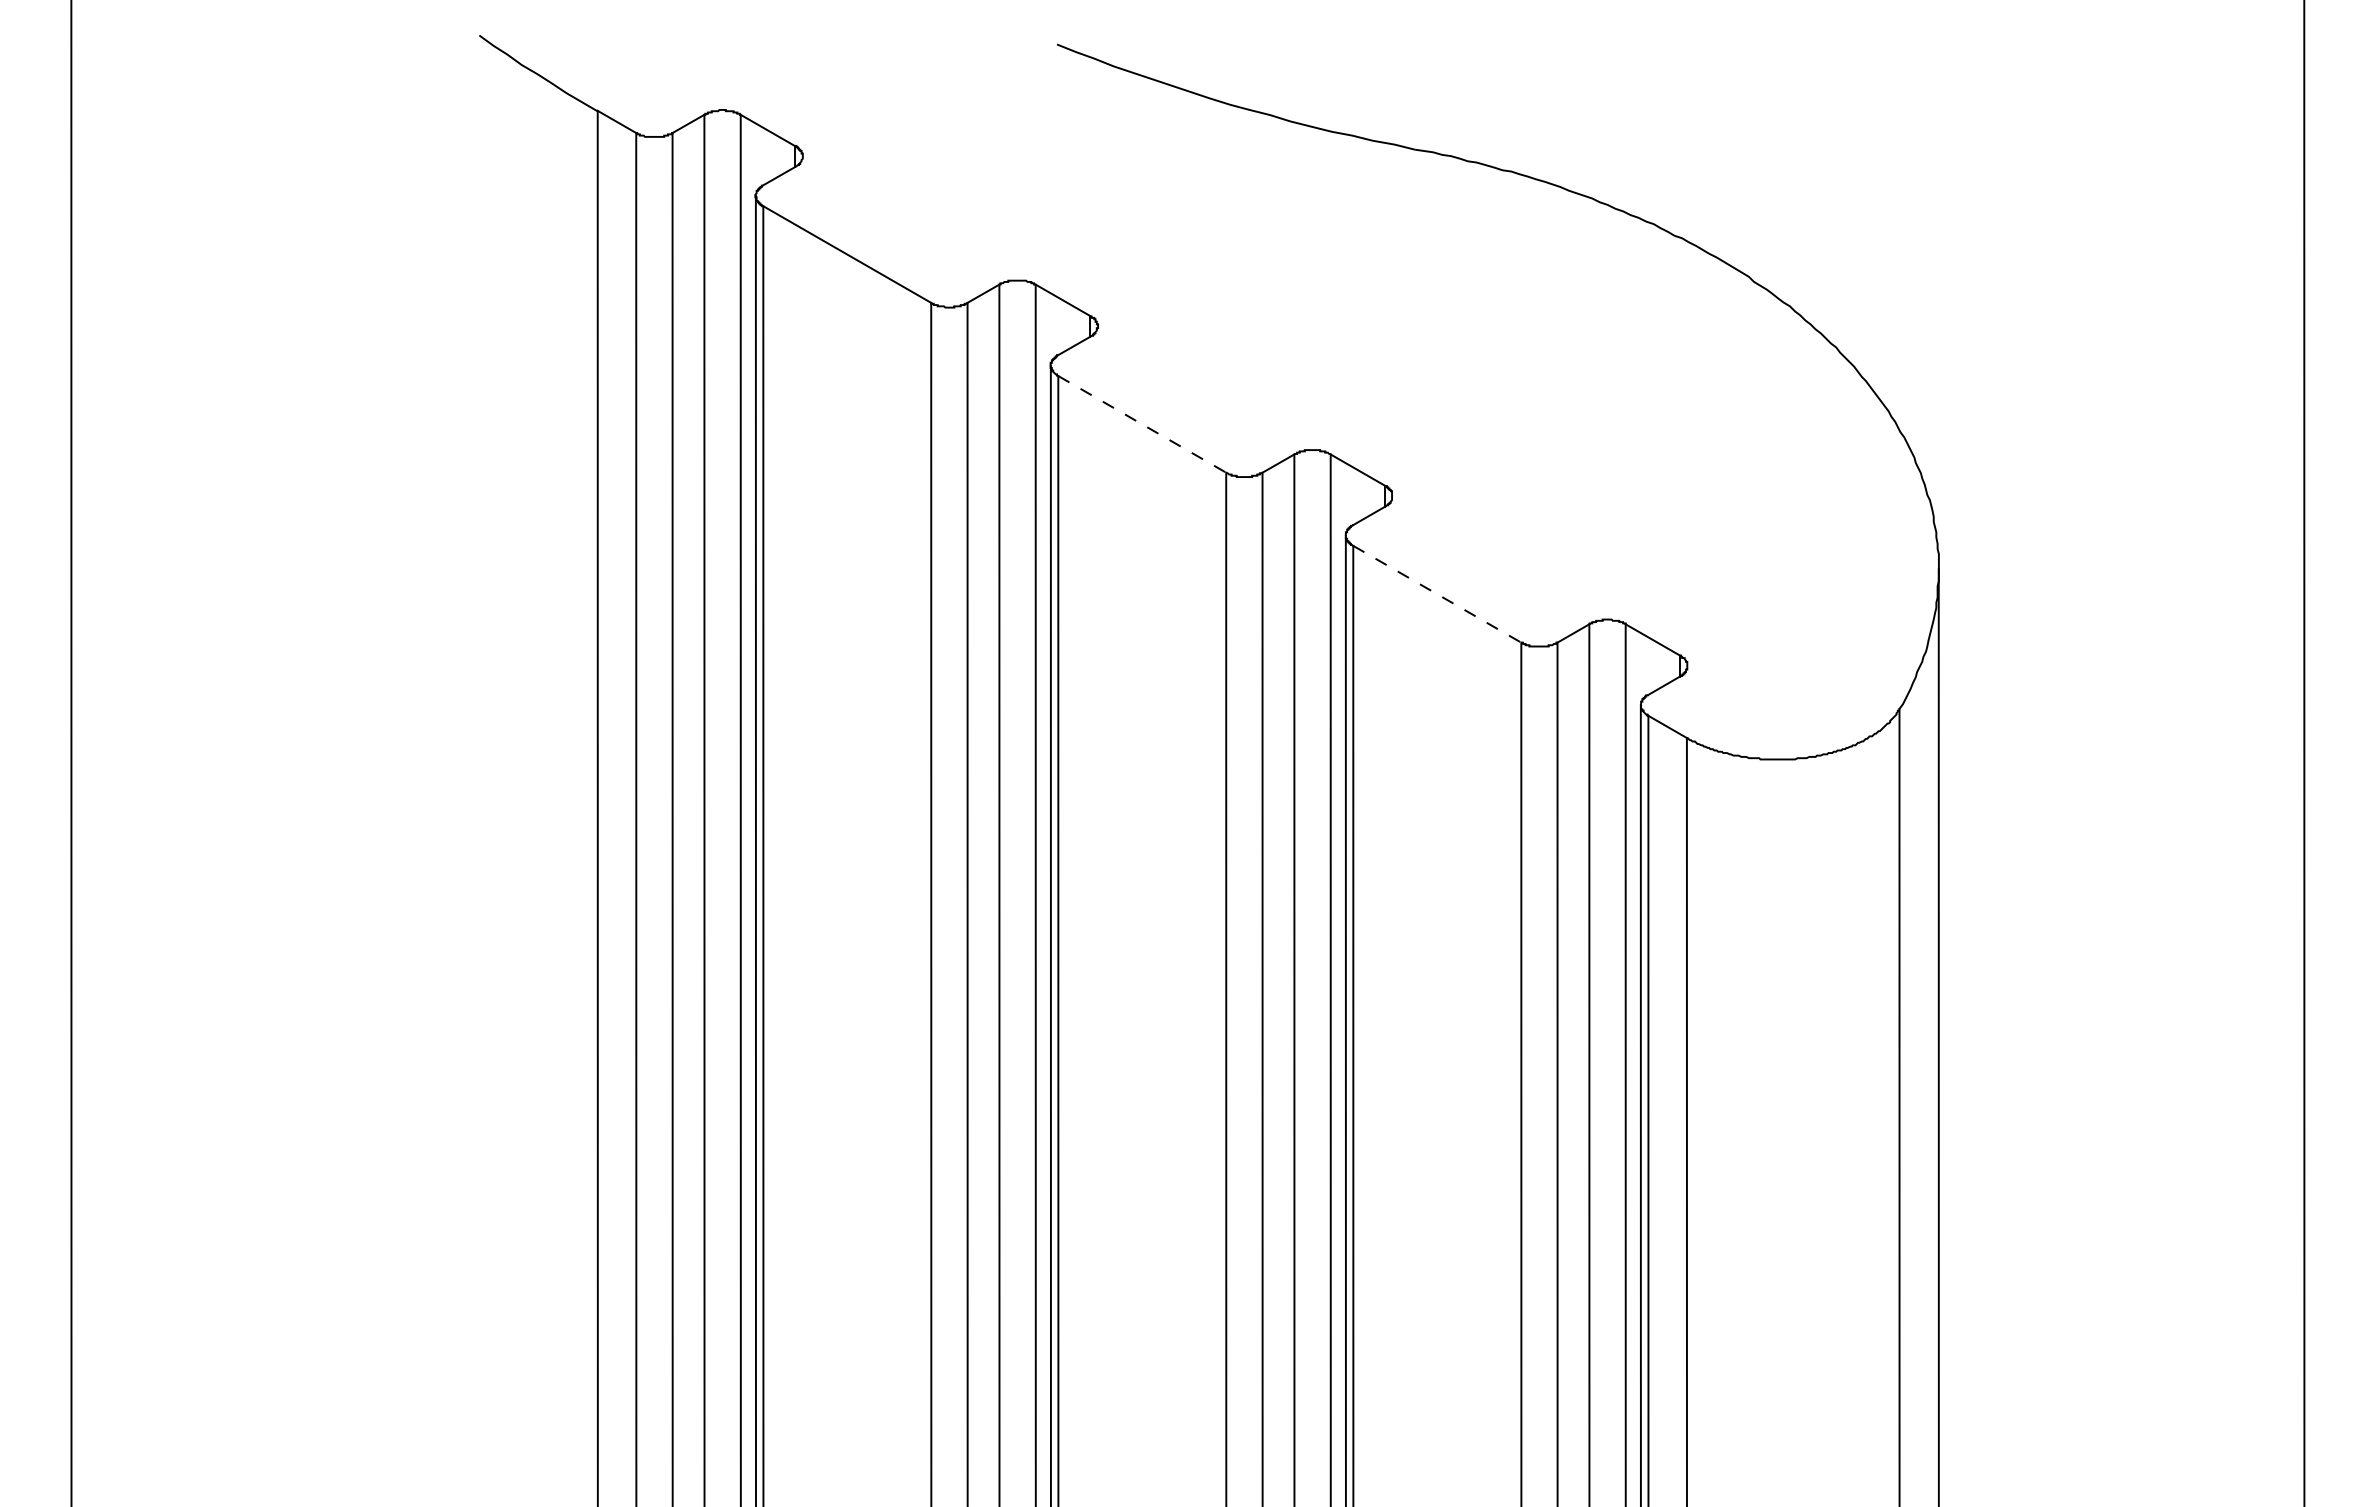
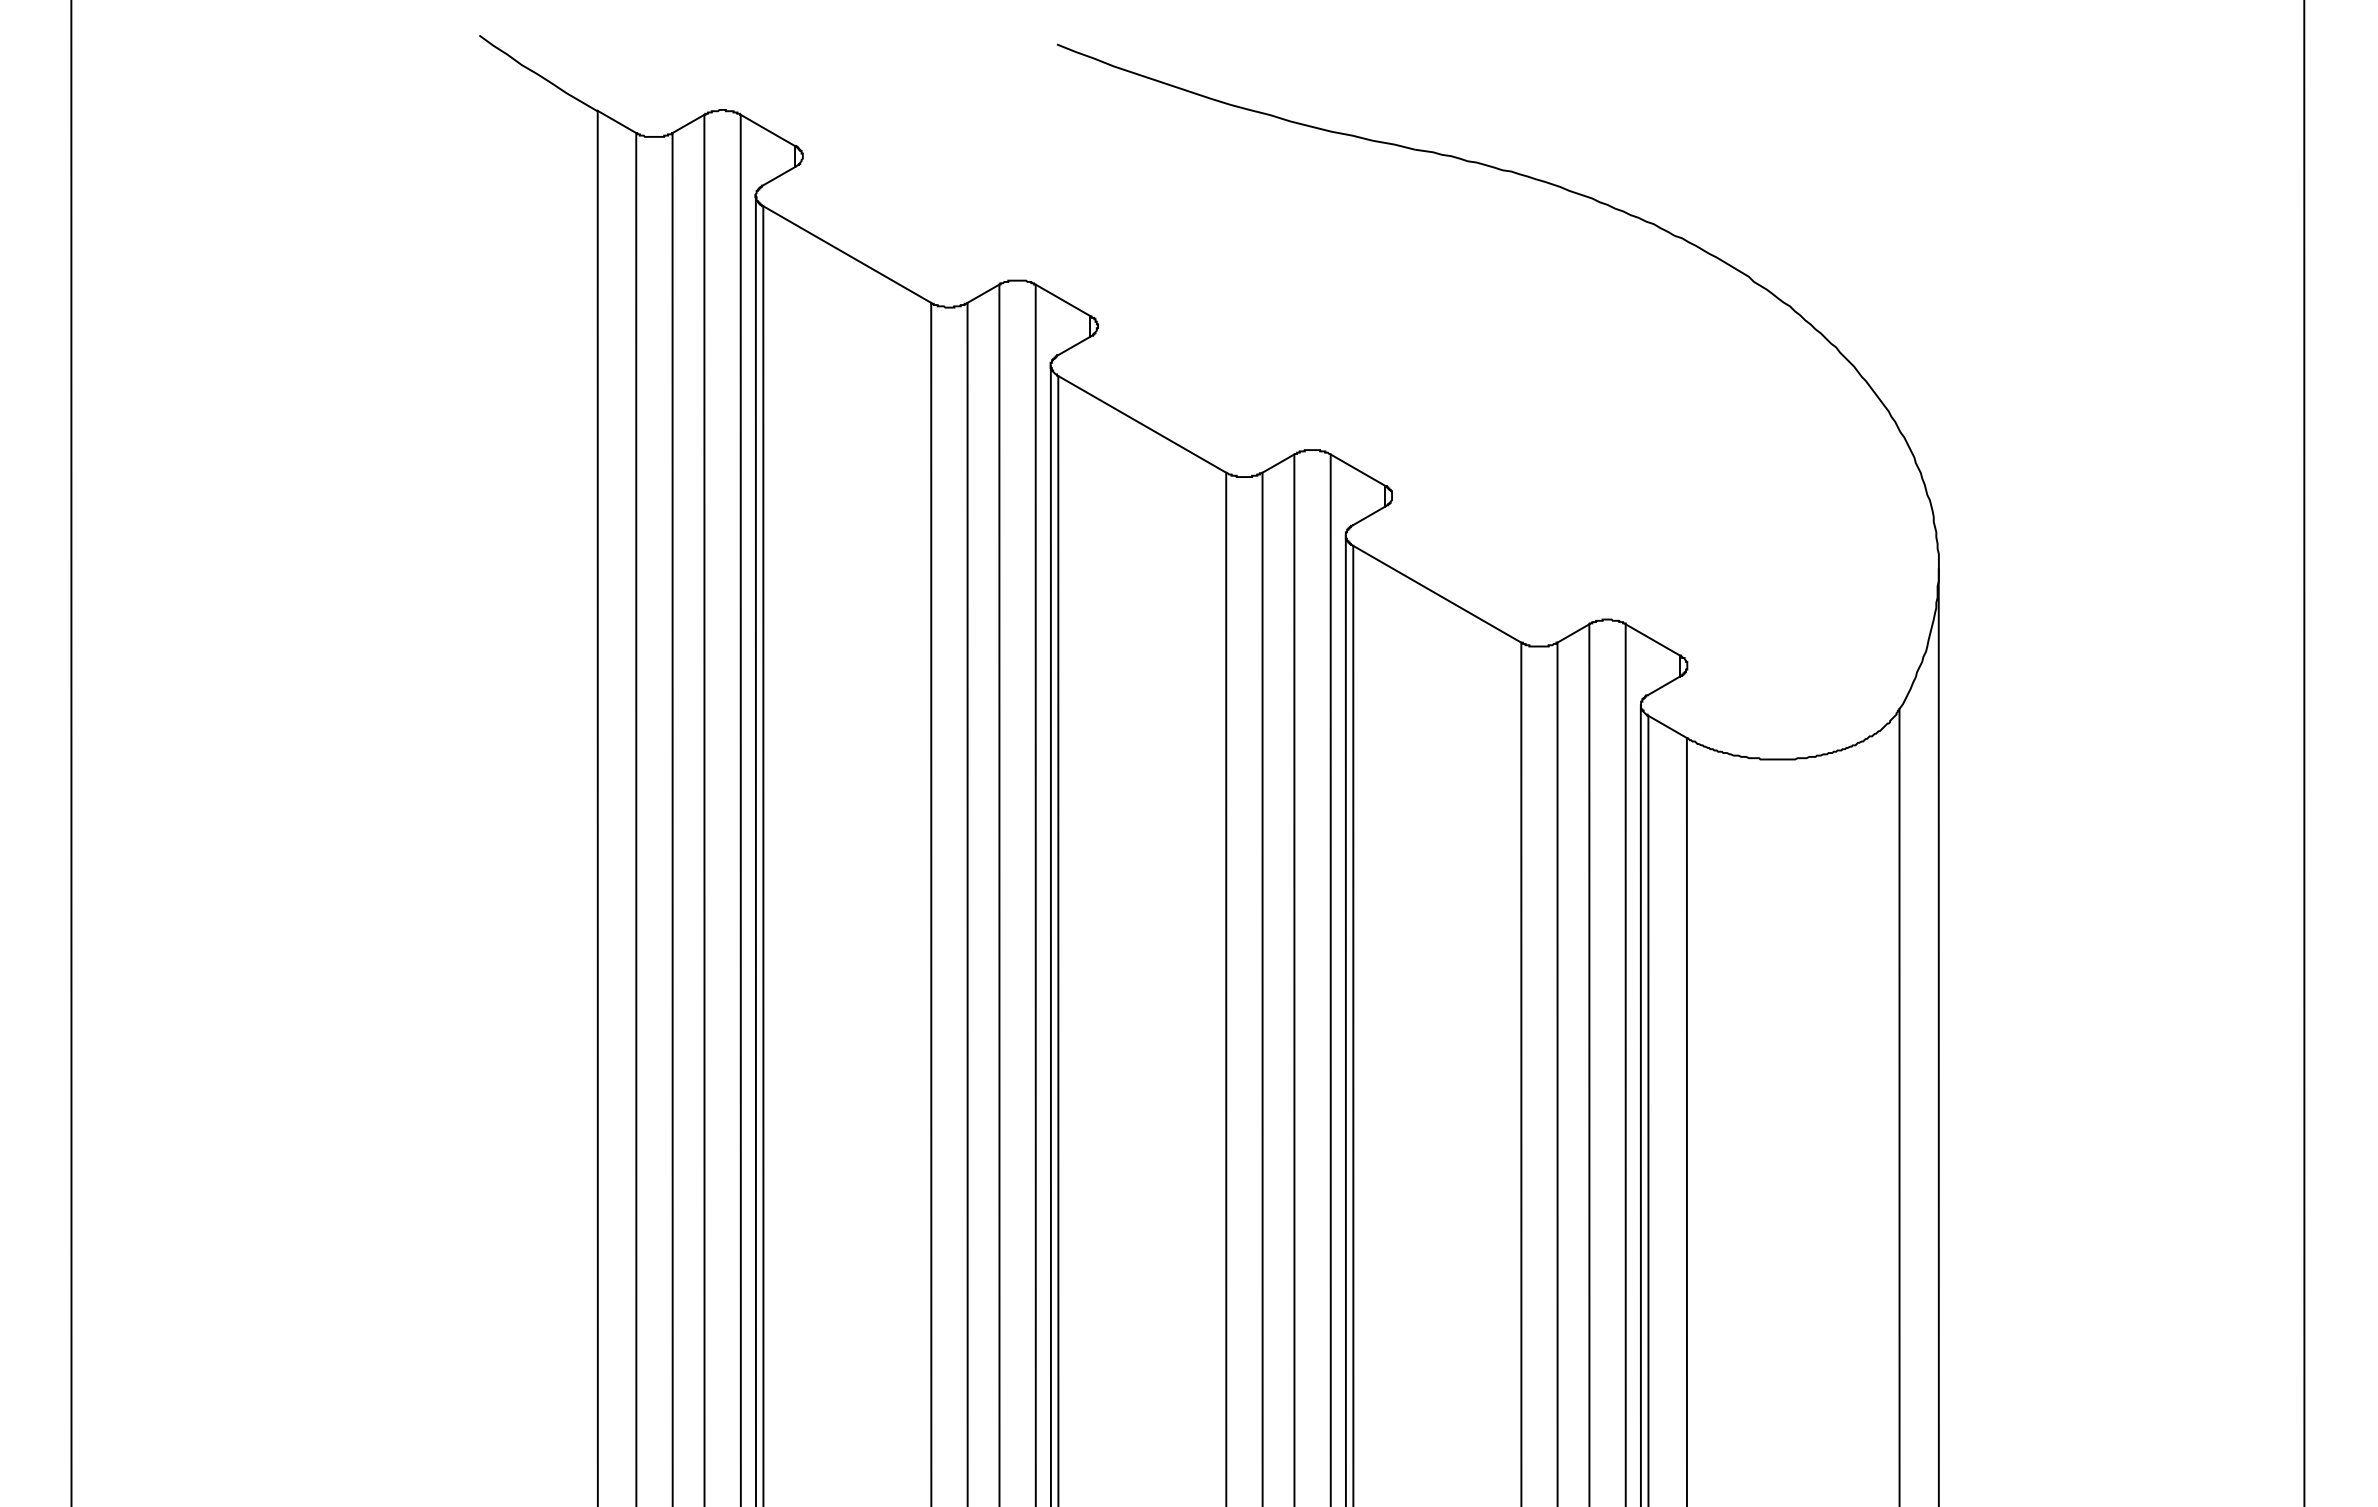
line at (1142, 424): dashed -> solid
line at (1437, 594): dashed -> solid
